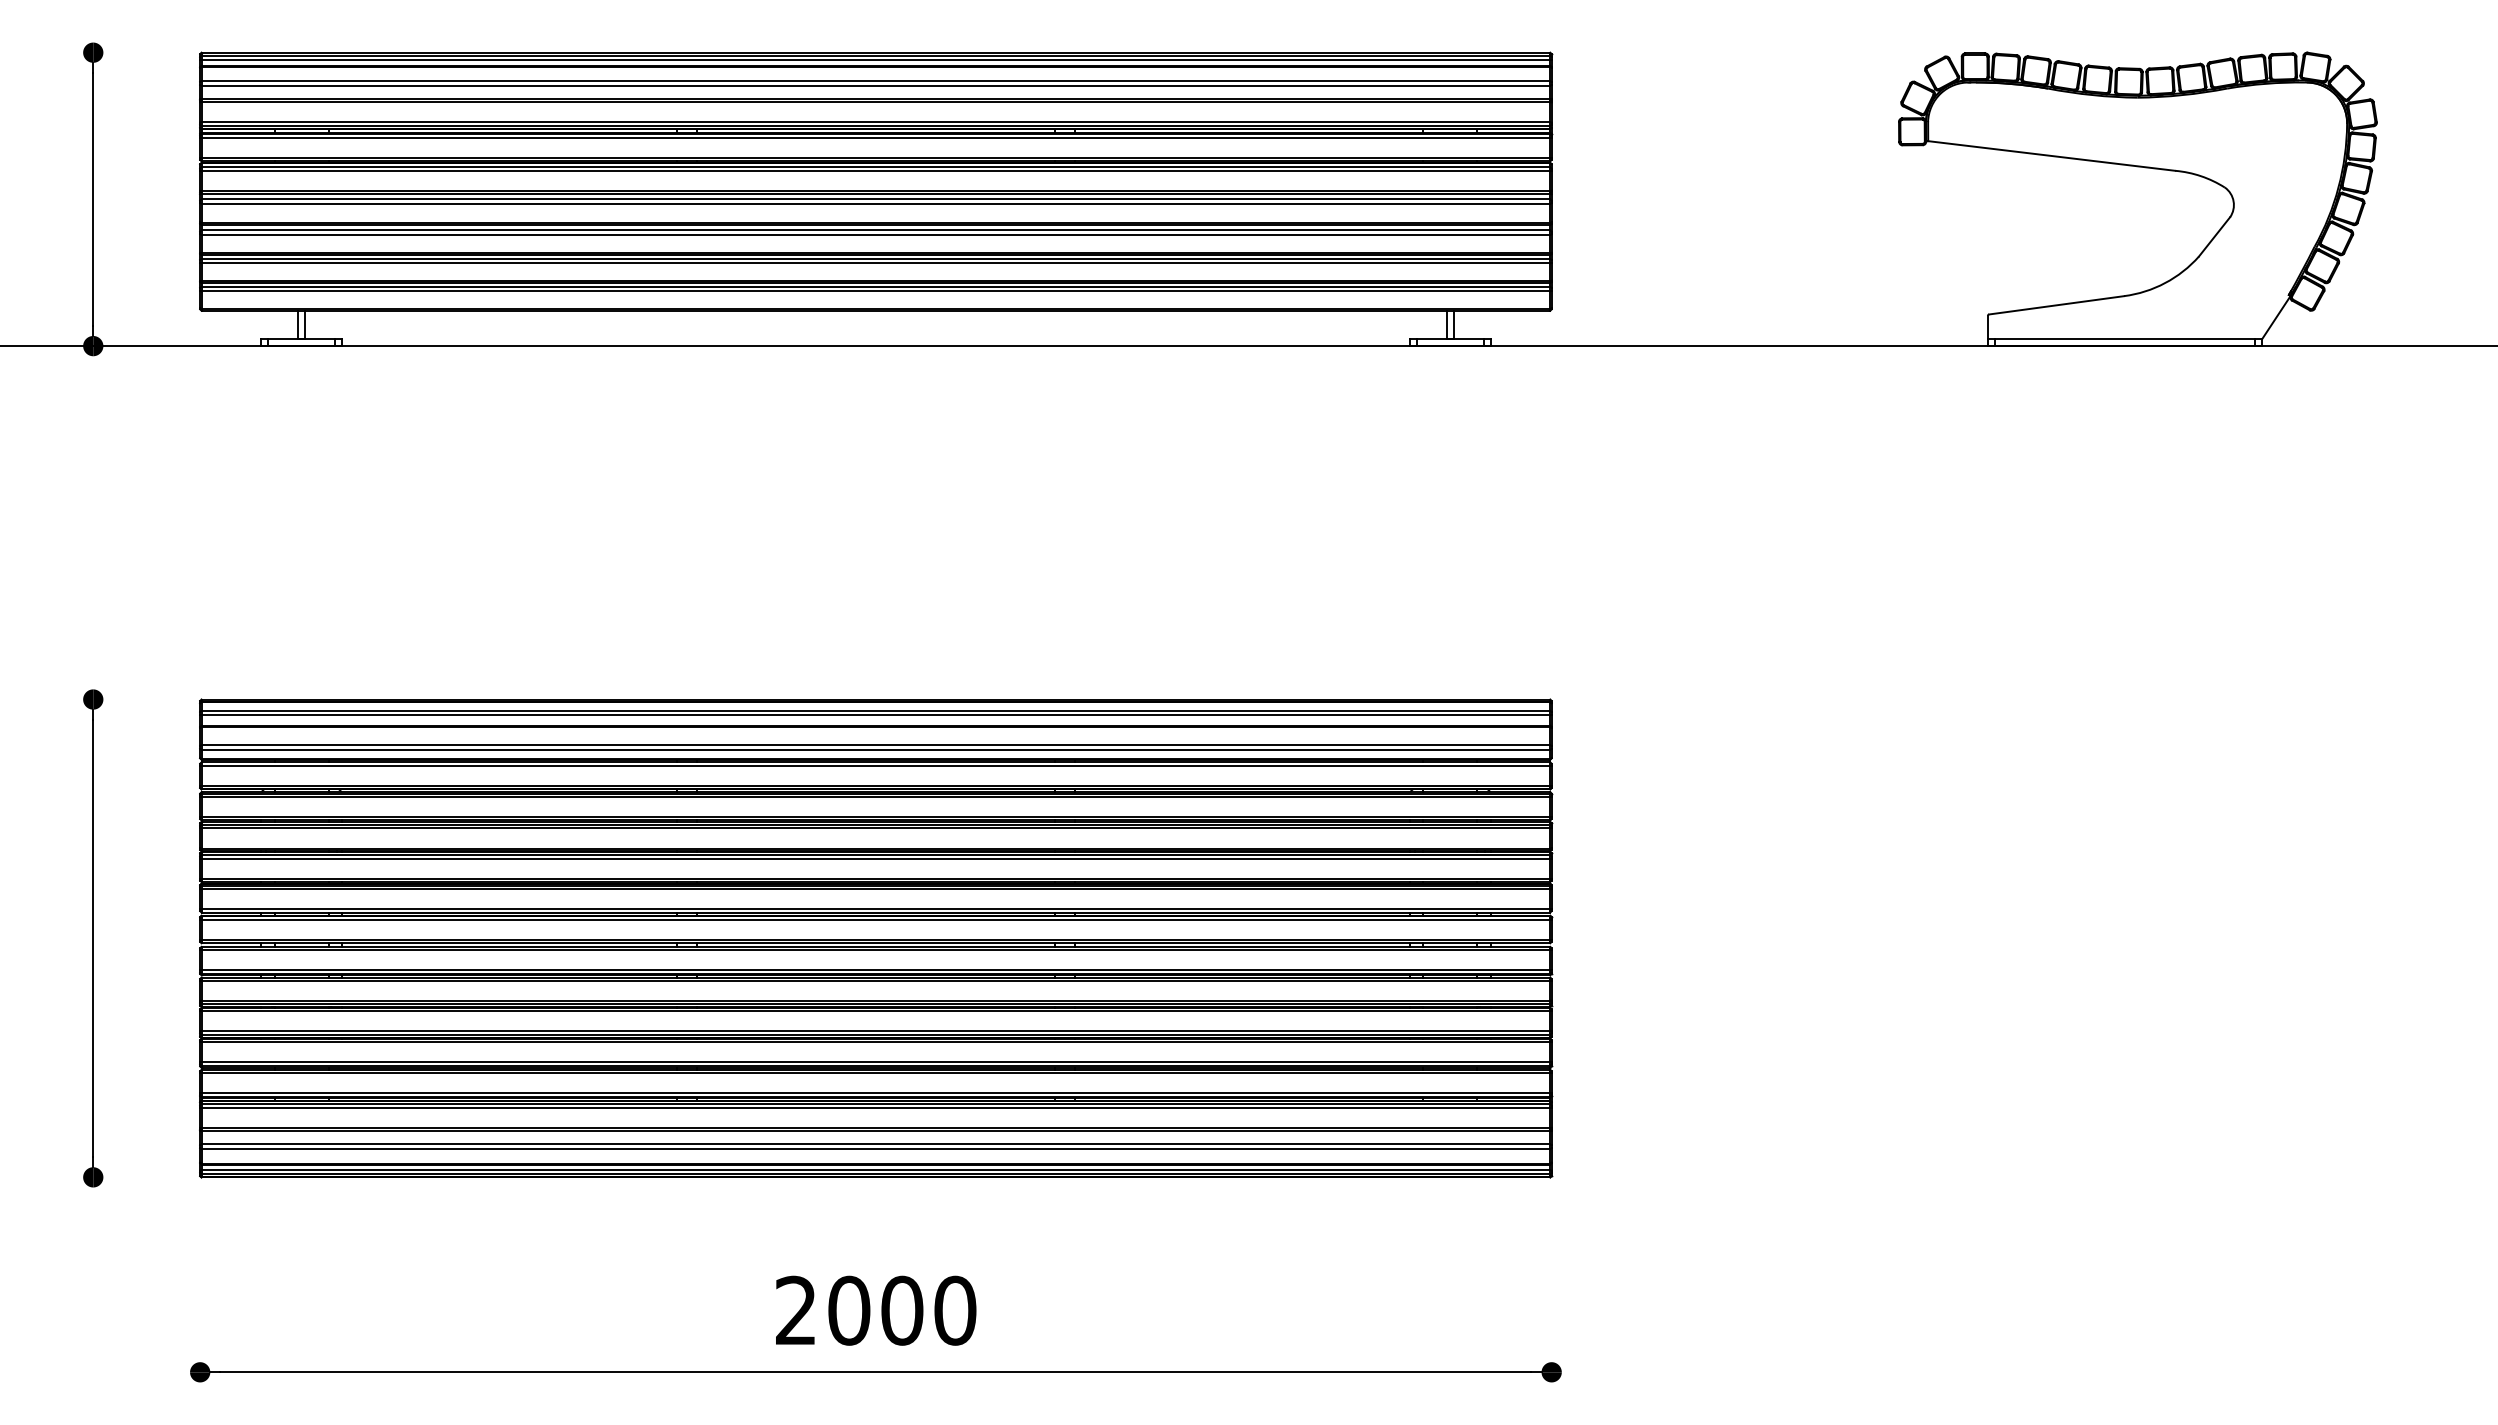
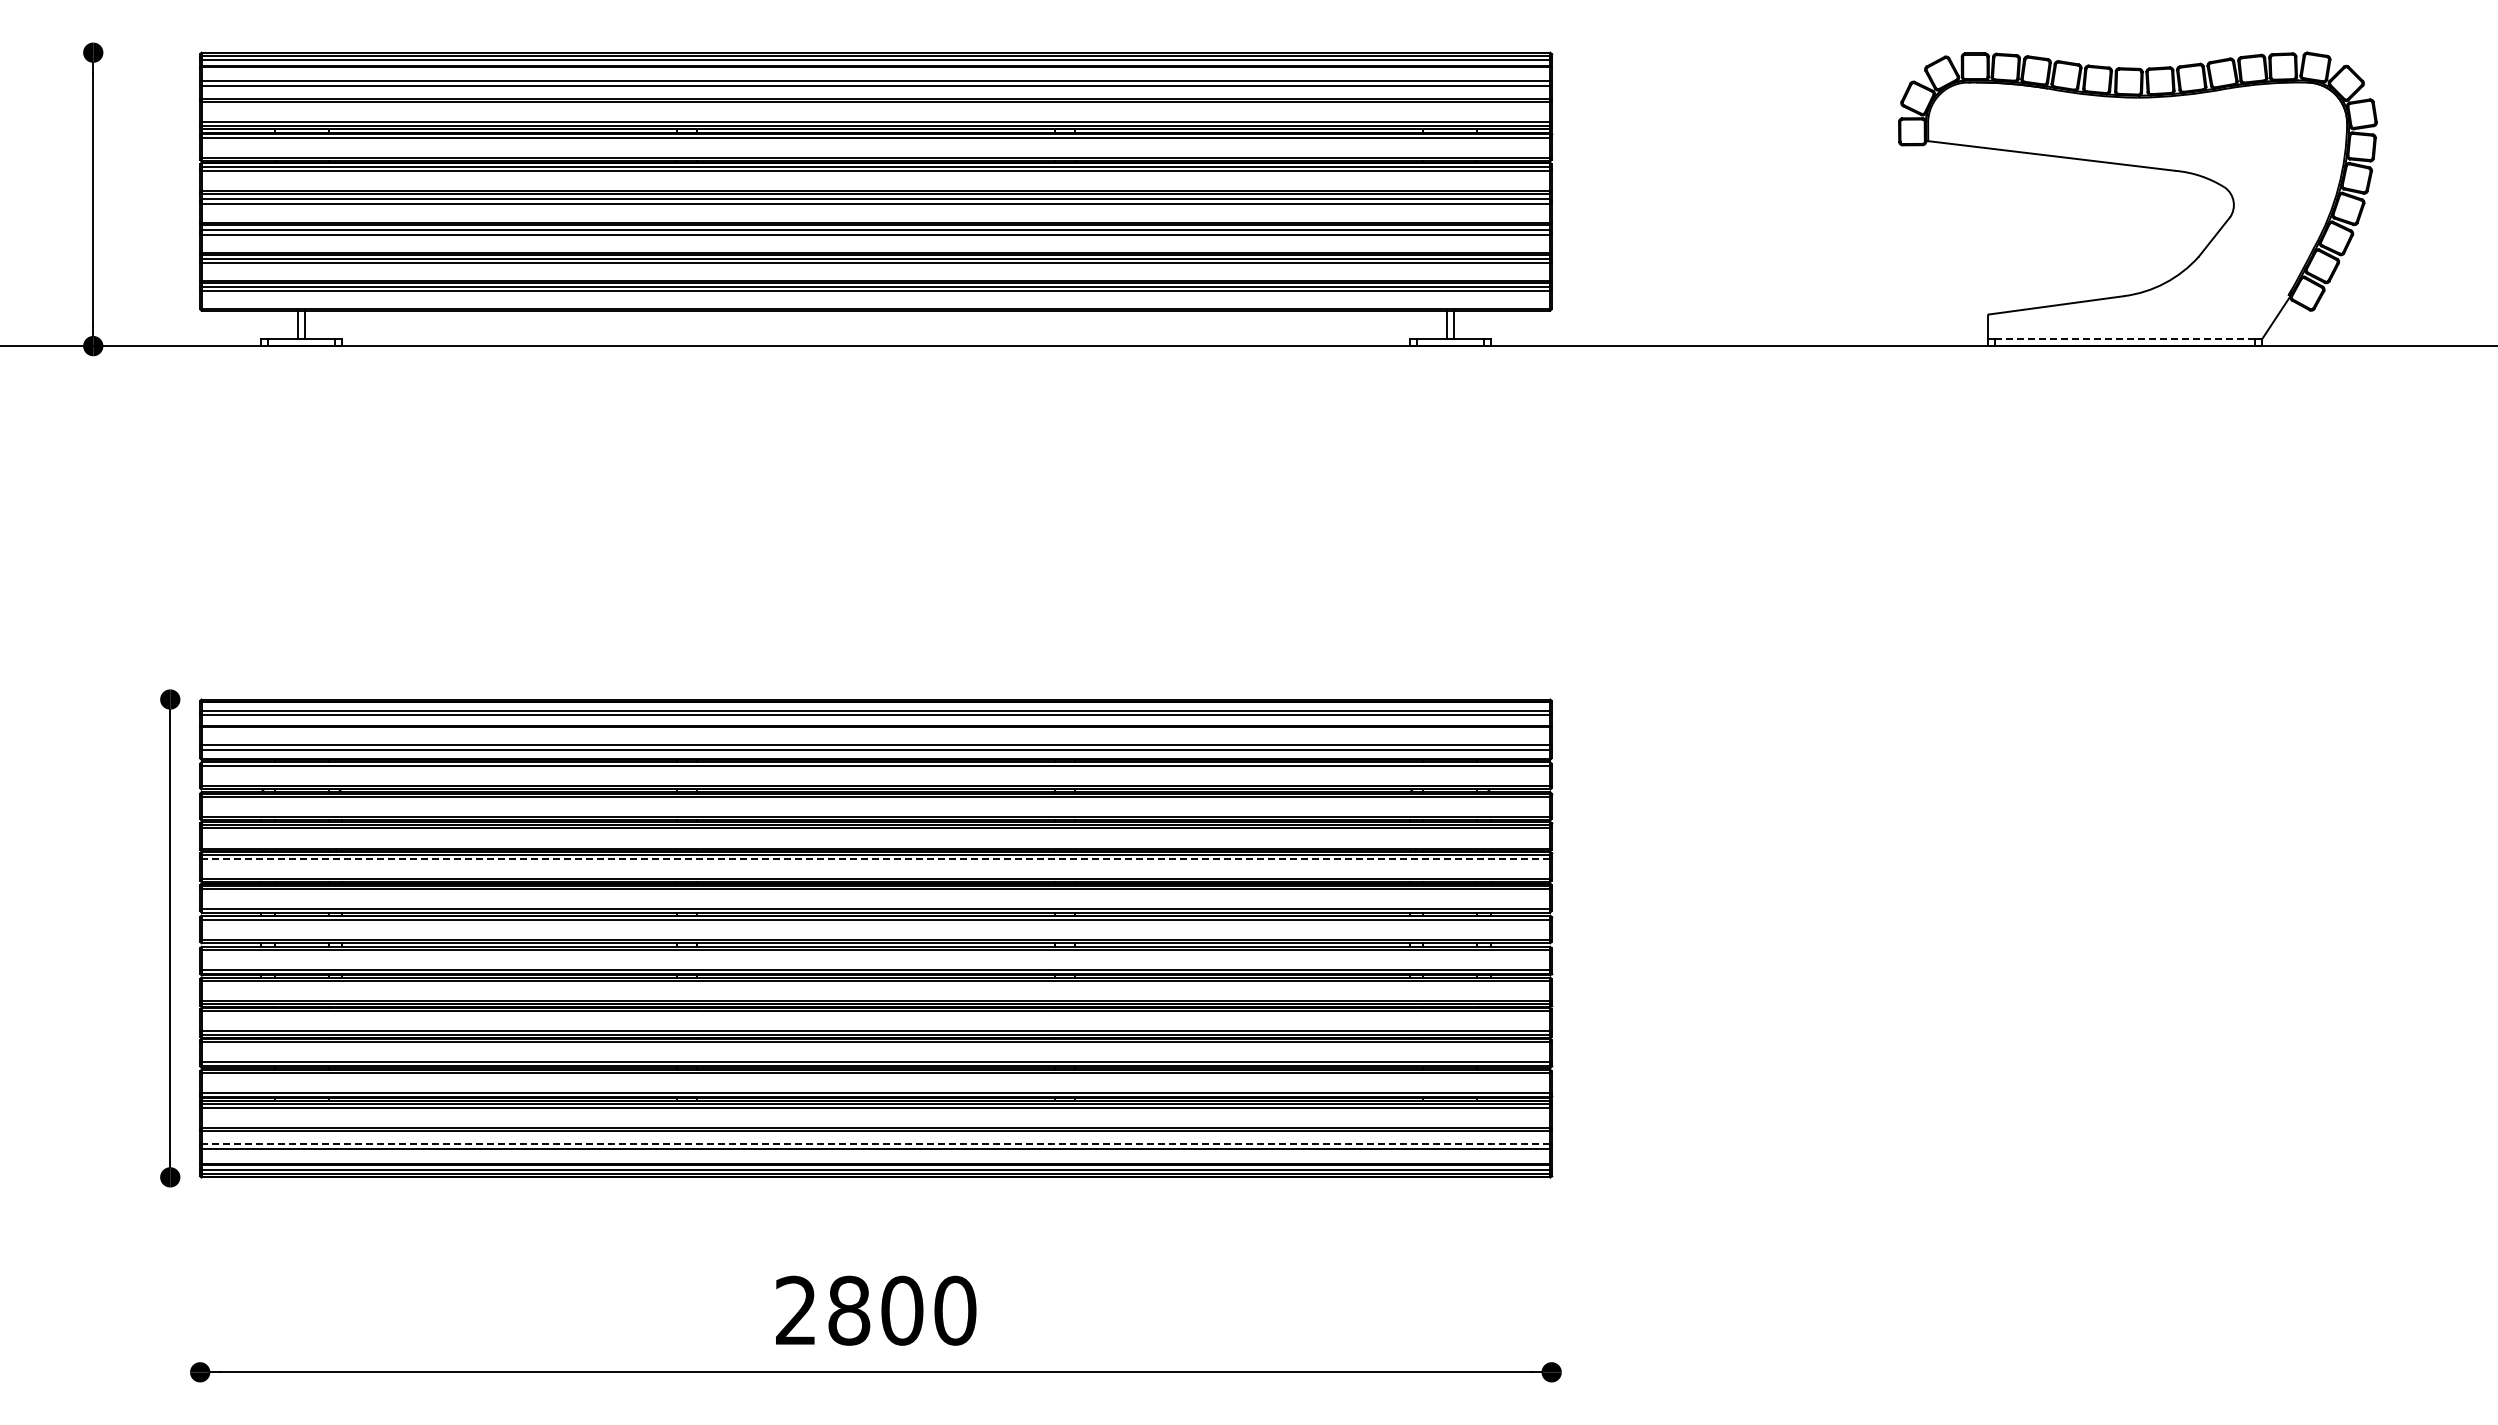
line at (2125, 339): solid -> dashed
line at (875, 859): solid -> dashed
part at (93, 938) position: (93, 938) -> (170, 938)
line at (875, 1144): solid -> dashed
text at (849, 1310): 2000 -> 2800
